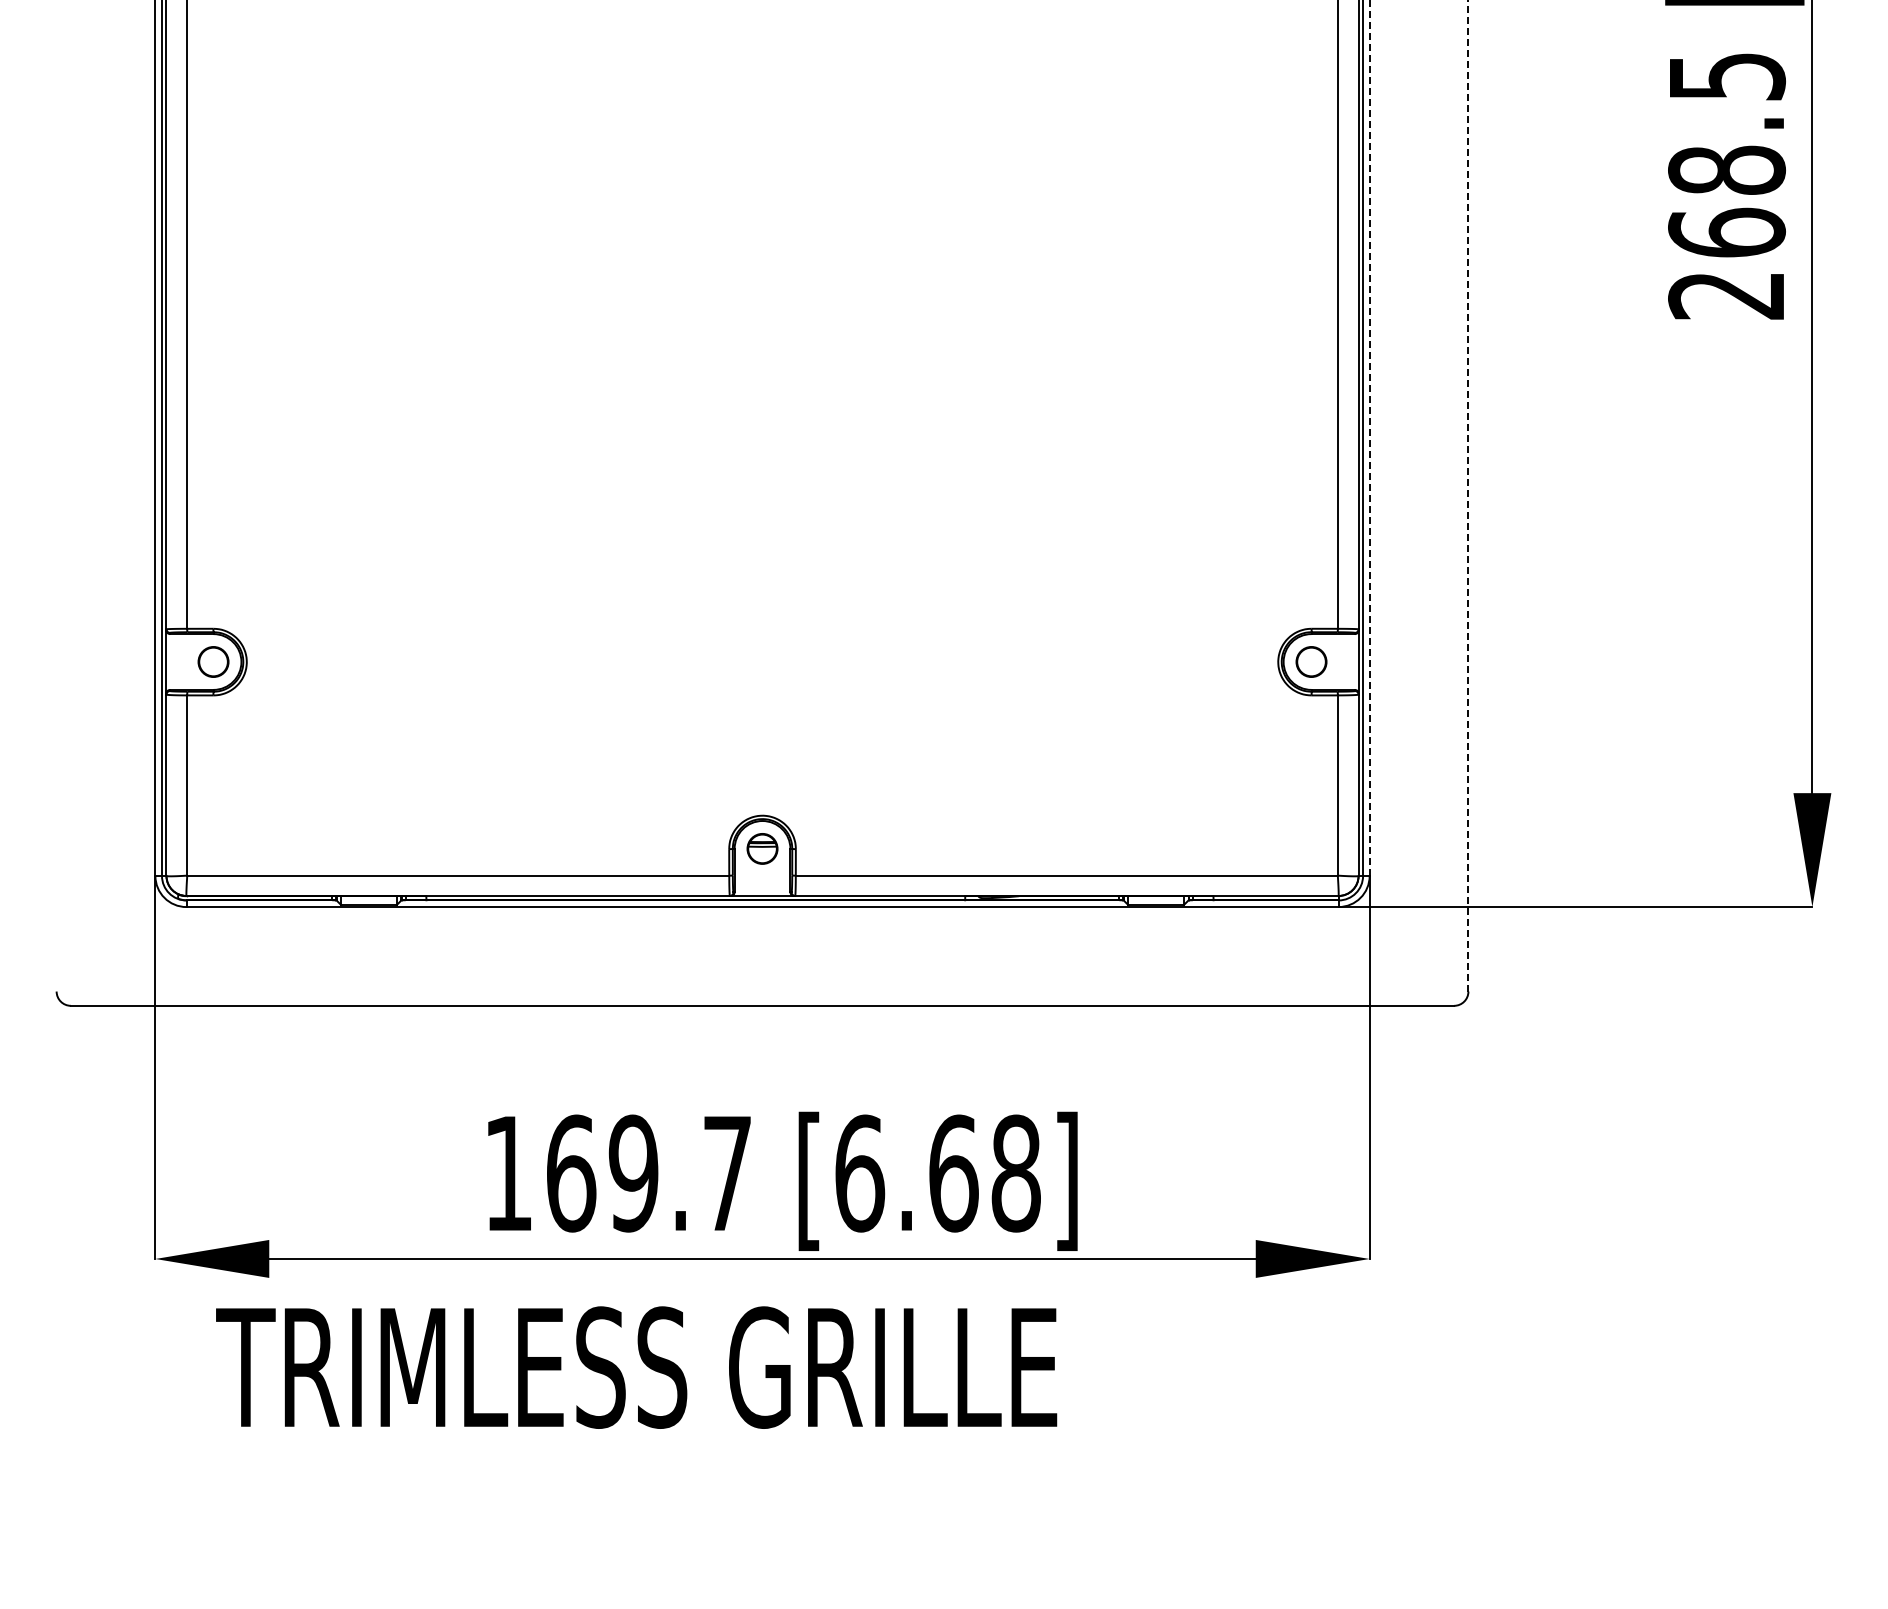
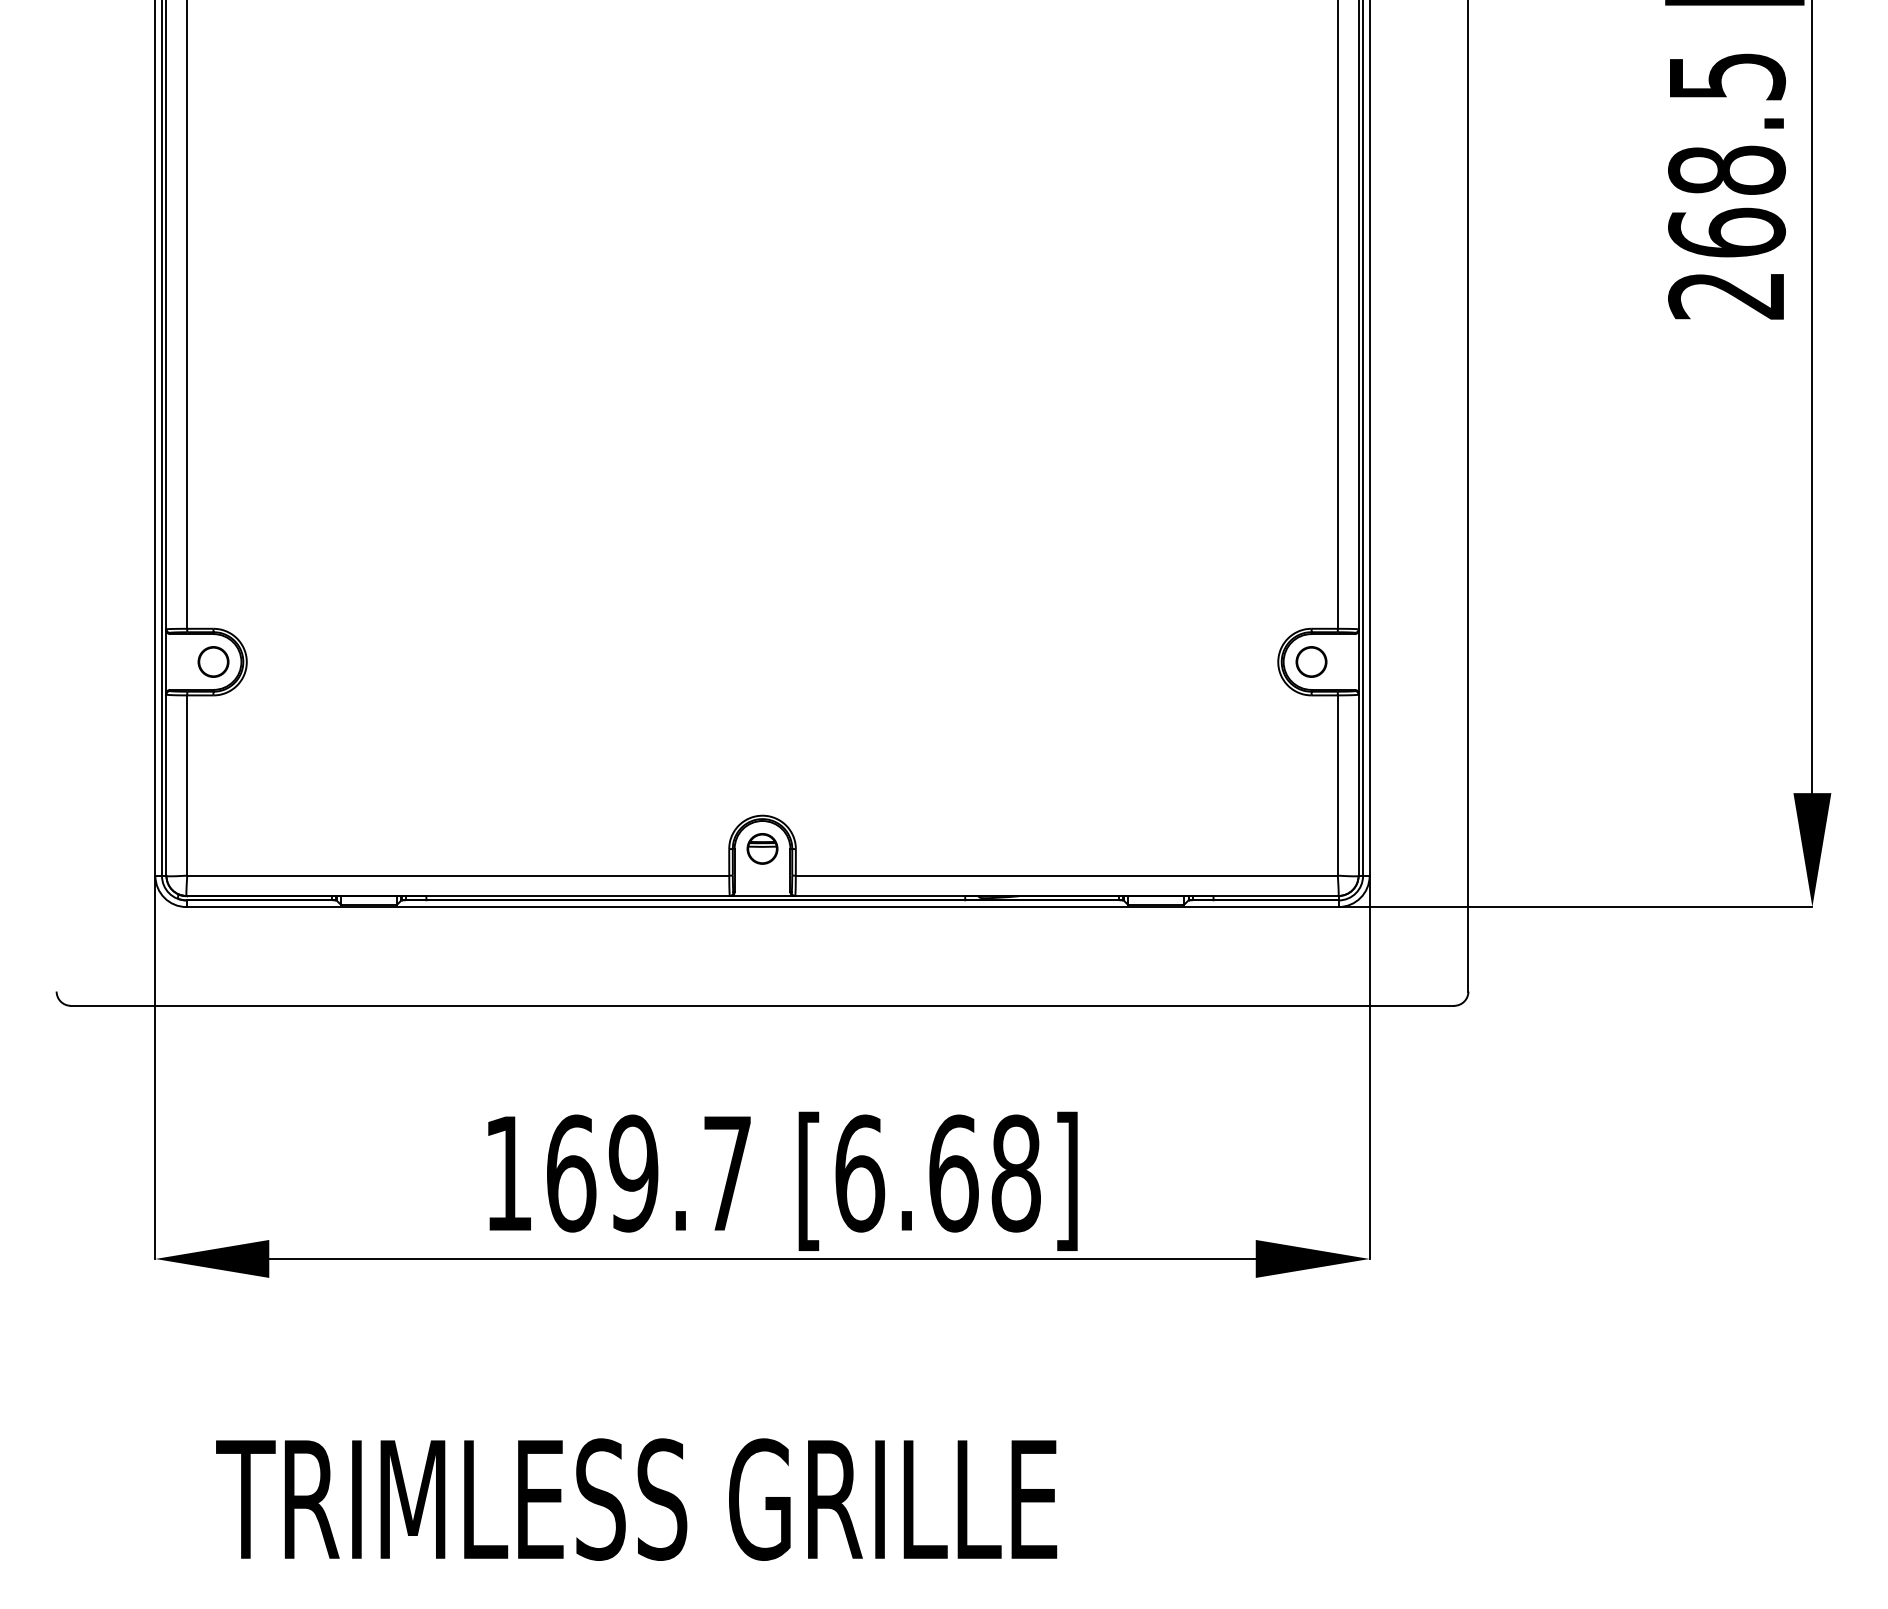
line at (1369, 438): dashed -> solid
line at (1468, 495): dashed -> solid
text at (636, 1367) position: (636, 1367) -> (636, 1499)
